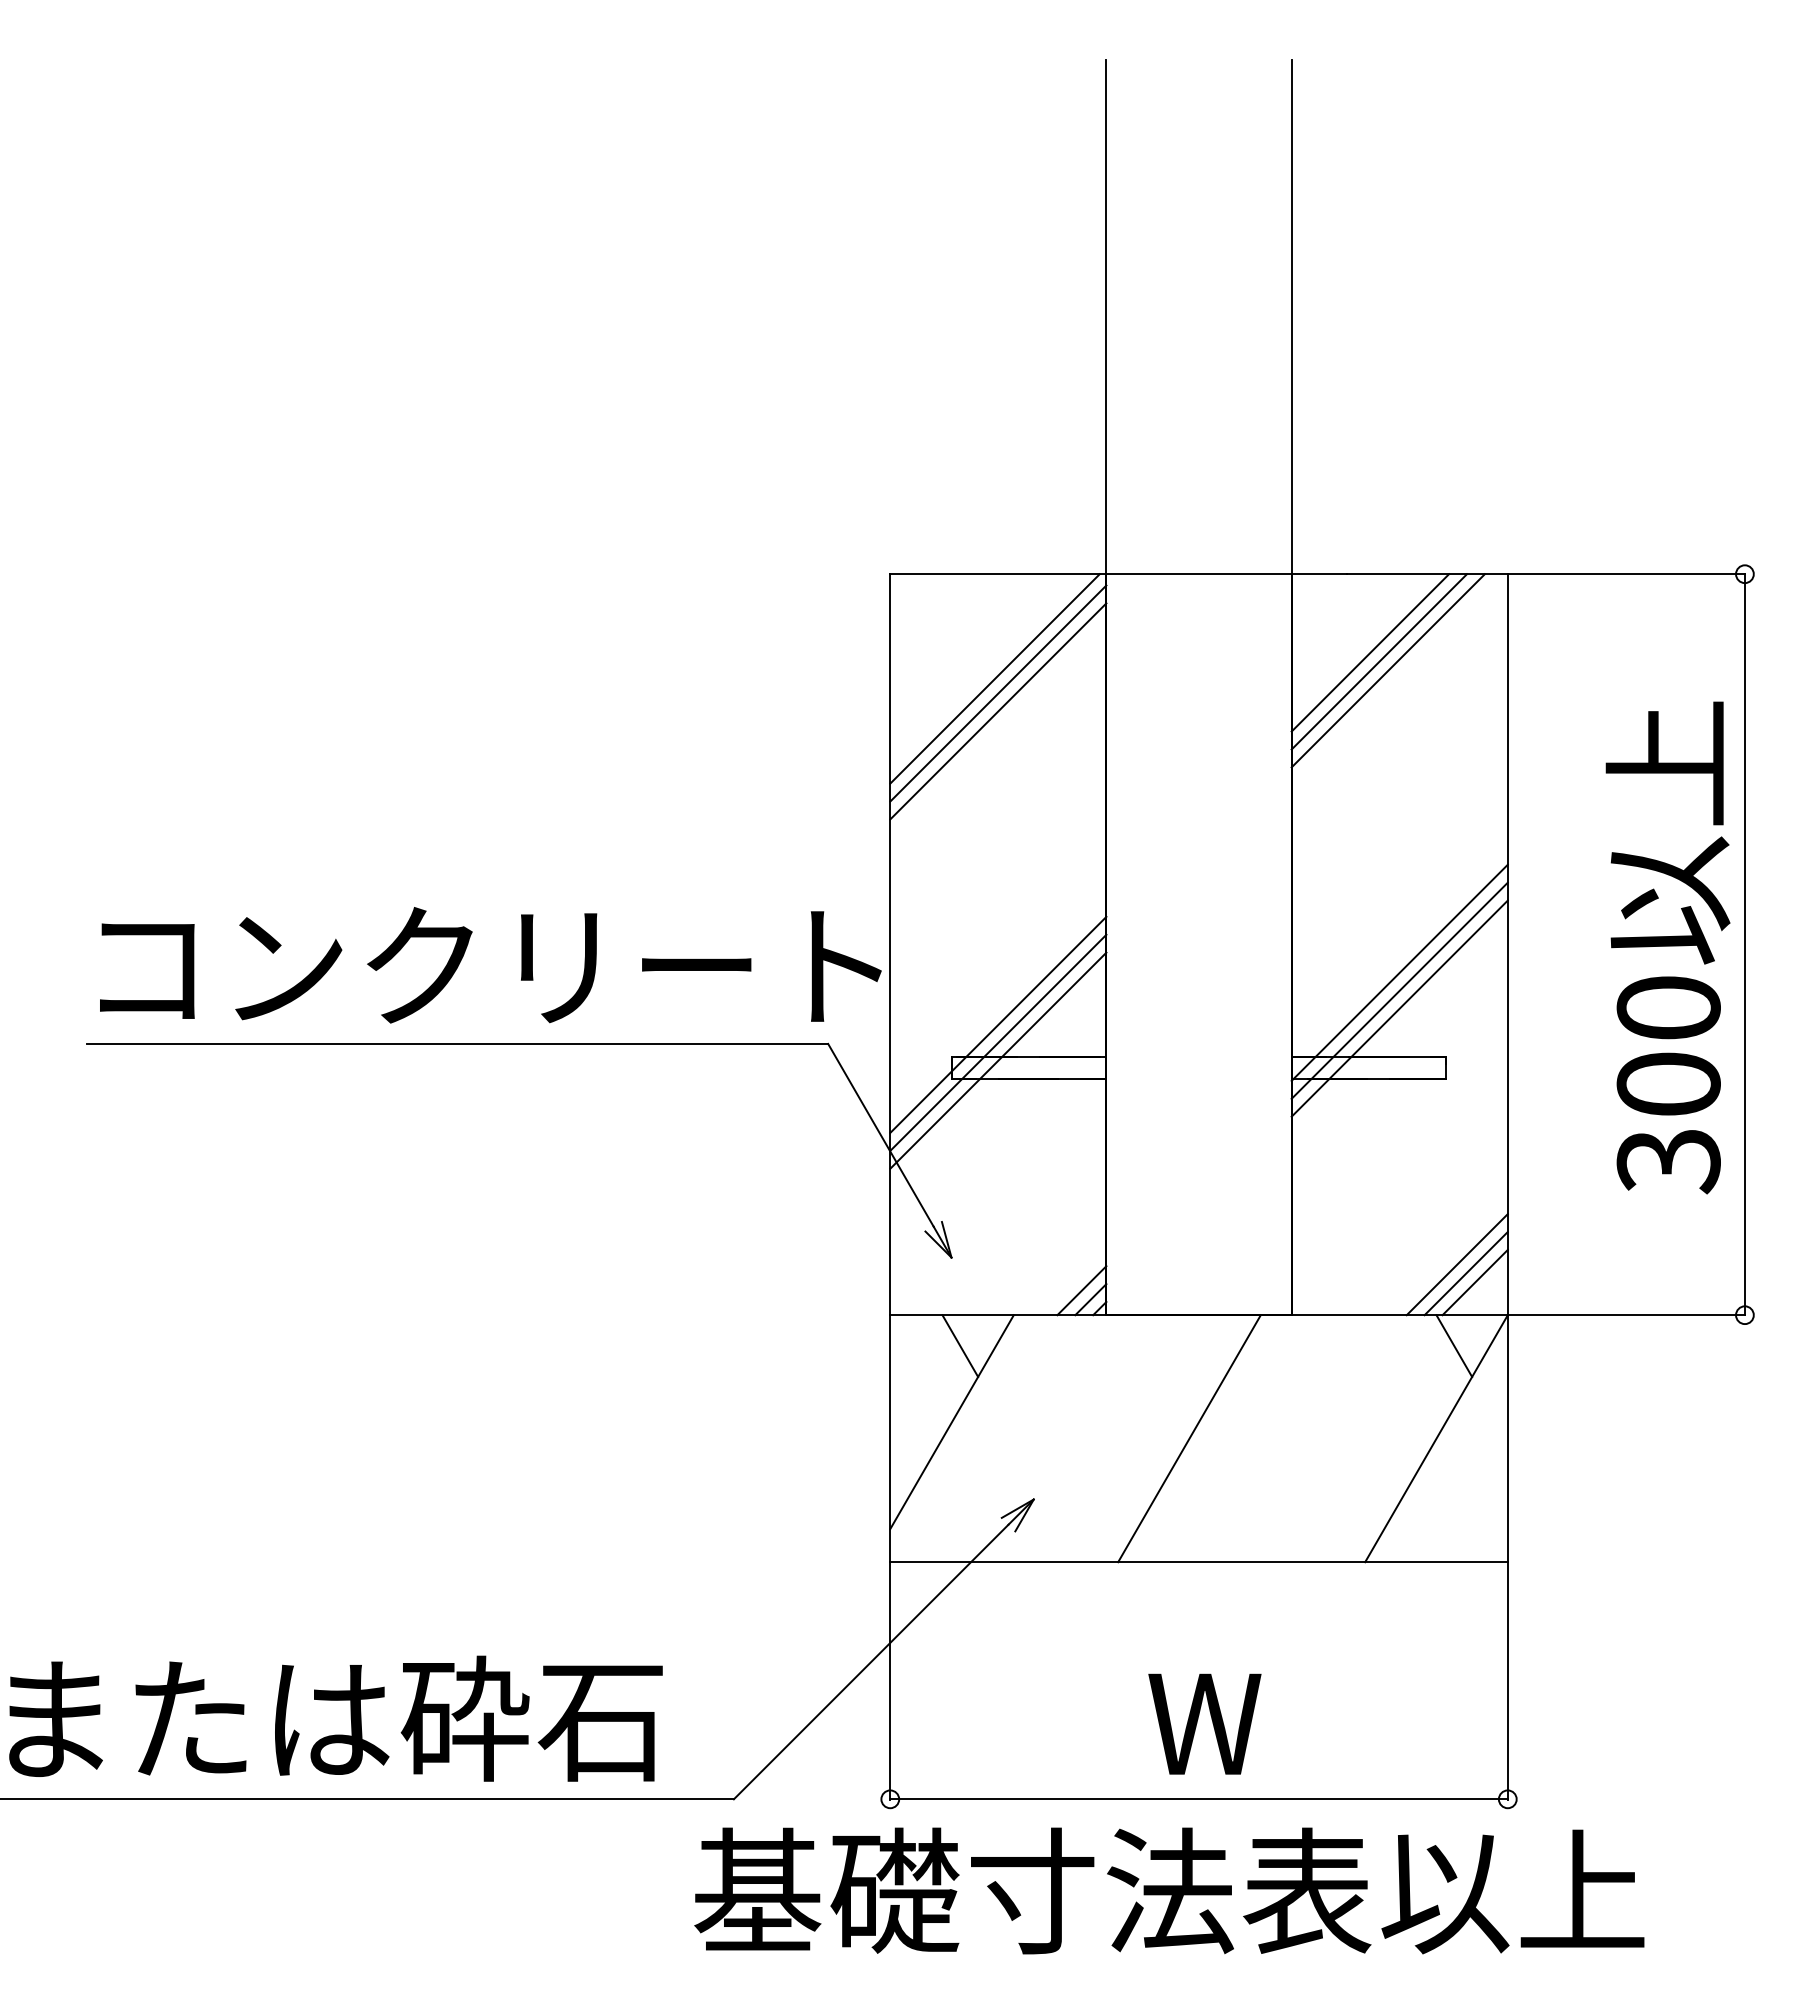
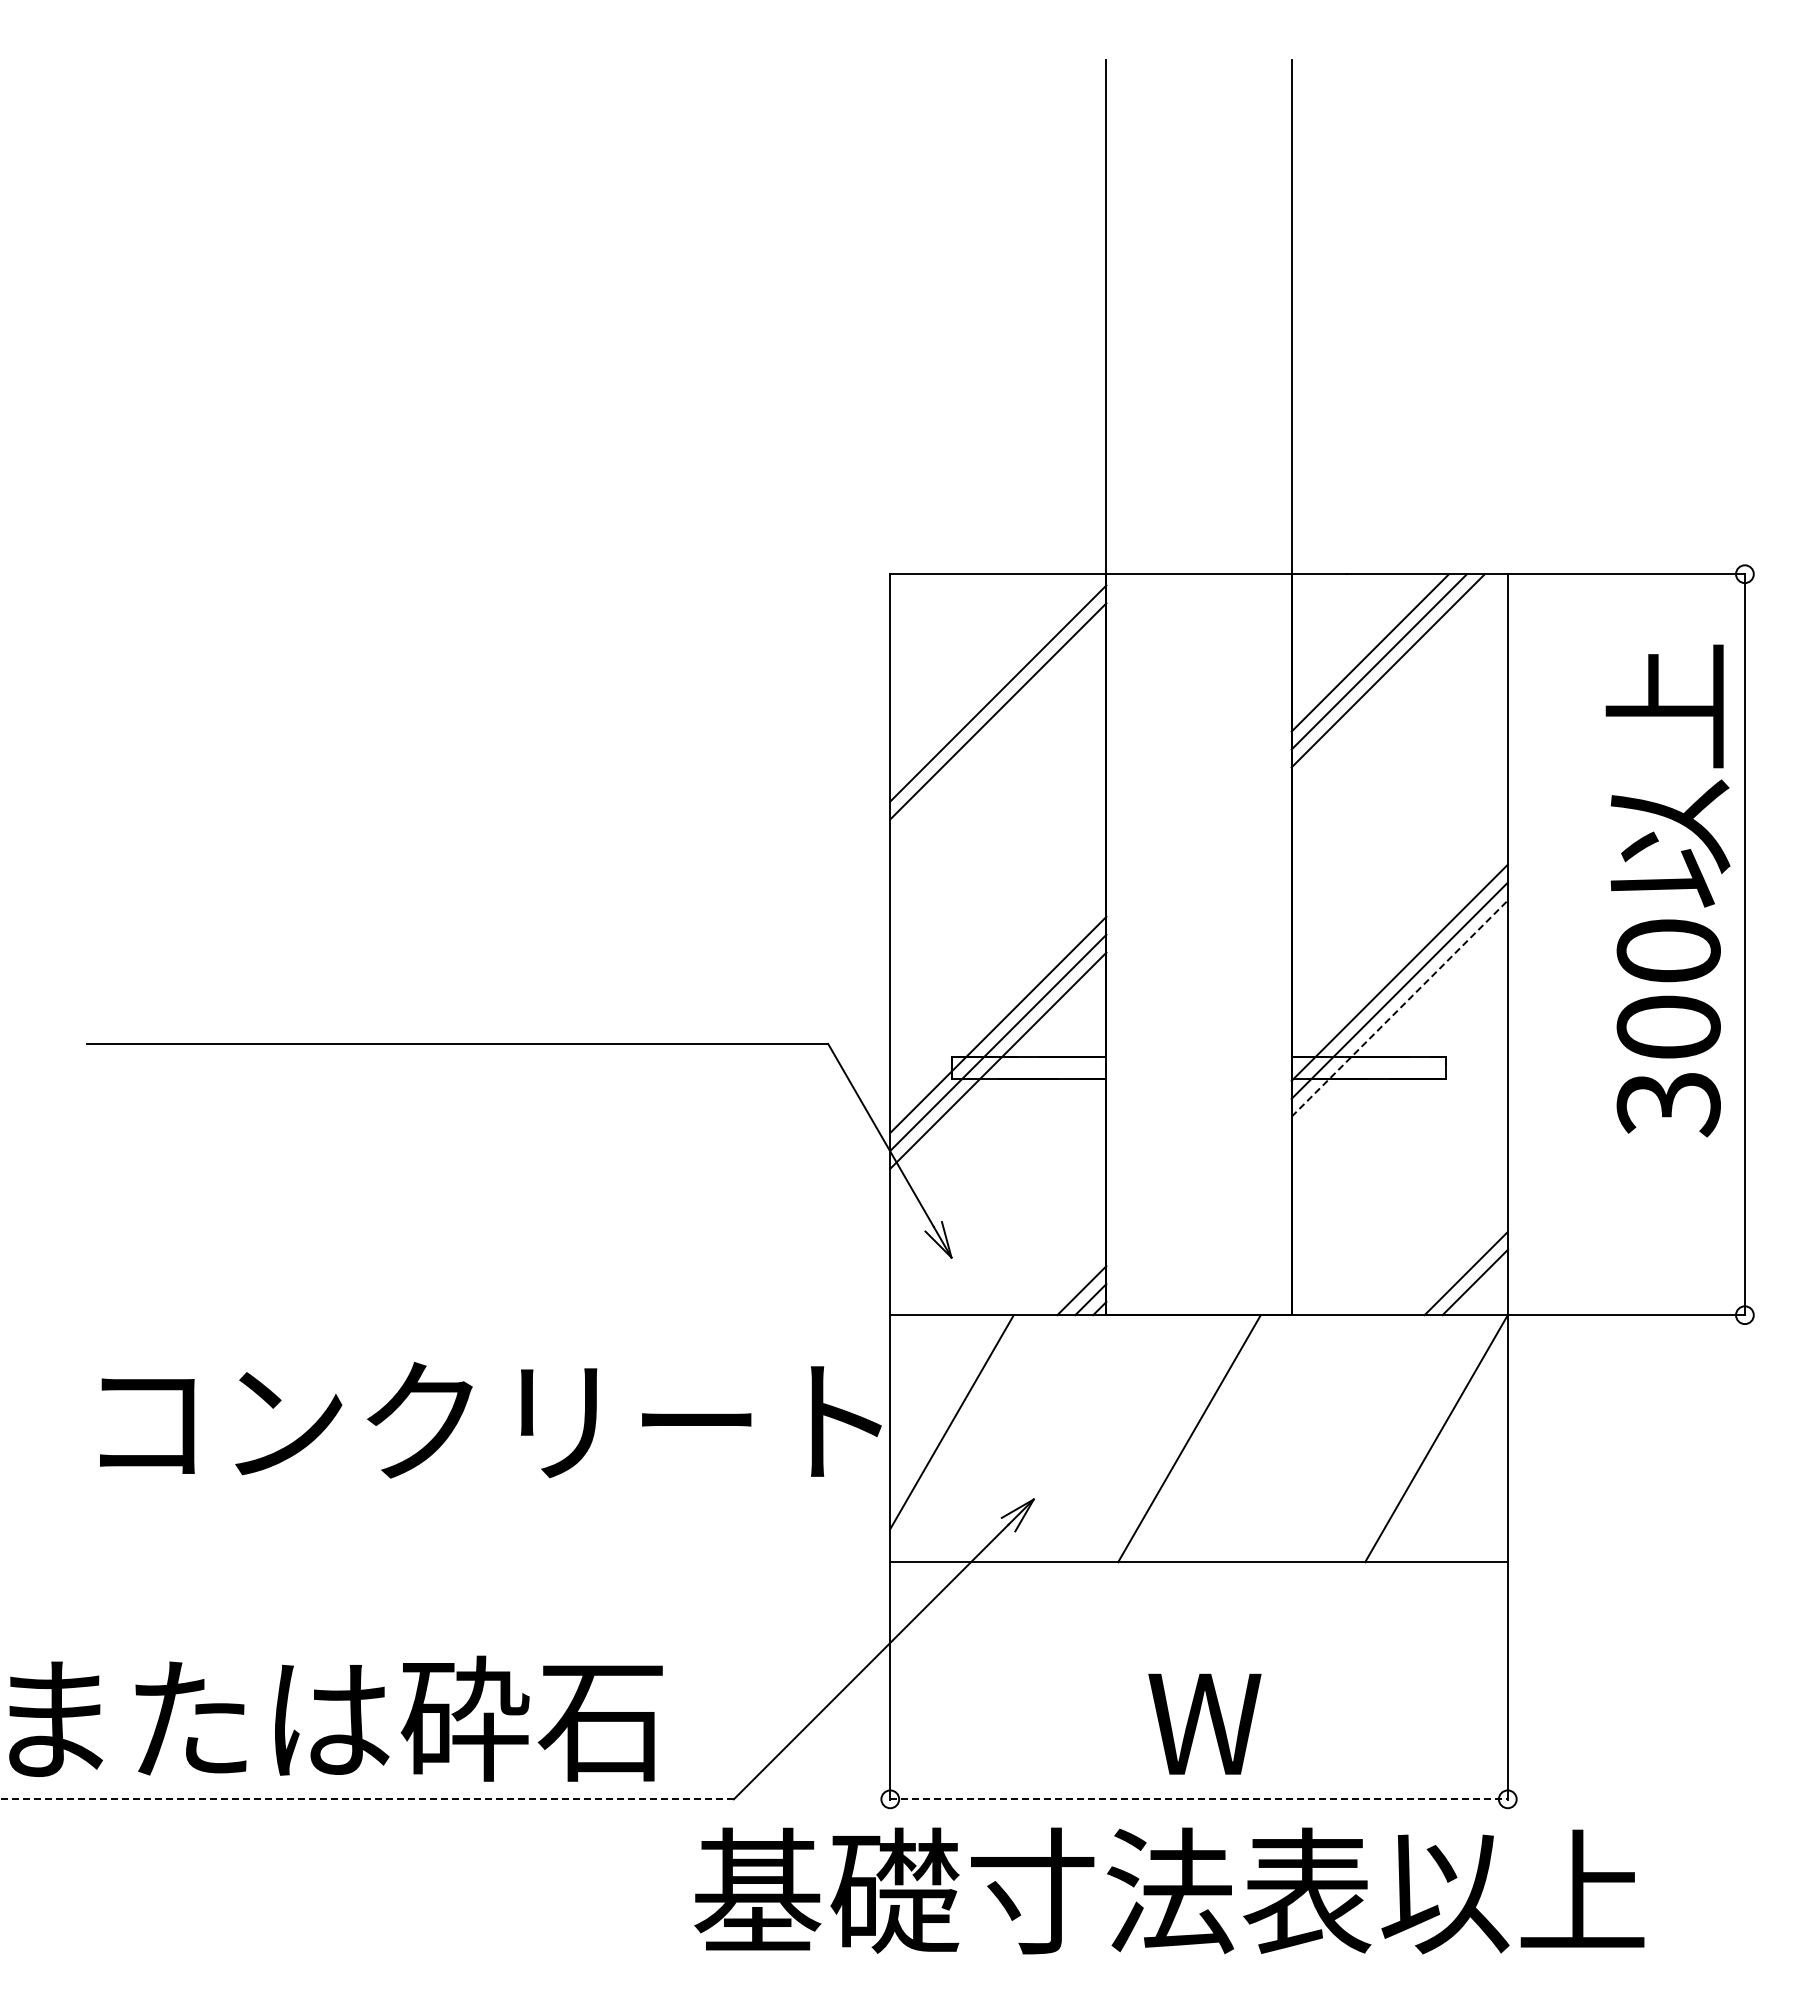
line at (994, 678): present -> none
text at (1667, 947) position: (1667, 947) -> (1667, 890)
text at (490, 965) position: (490, 965) -> (490, 1420)
line at (1399, 1008): solid -> dashed
line at (1456, 1264): present -> none
line at (960, 1345): present -> none
line at (1454, 1345): present -> none
line at (366, 1799): solid -> dashed
line at (1199, 1799): solid -> dashed
